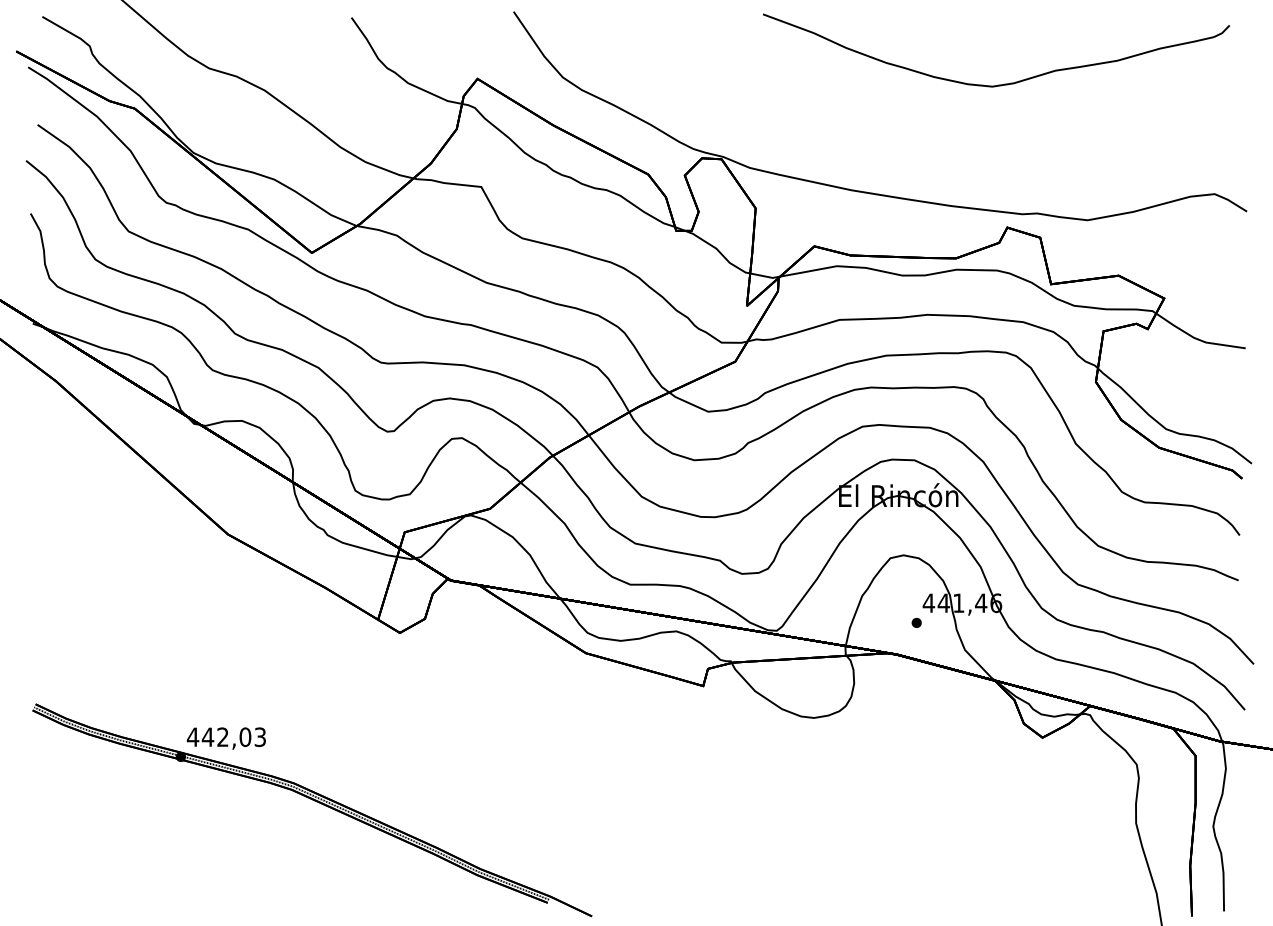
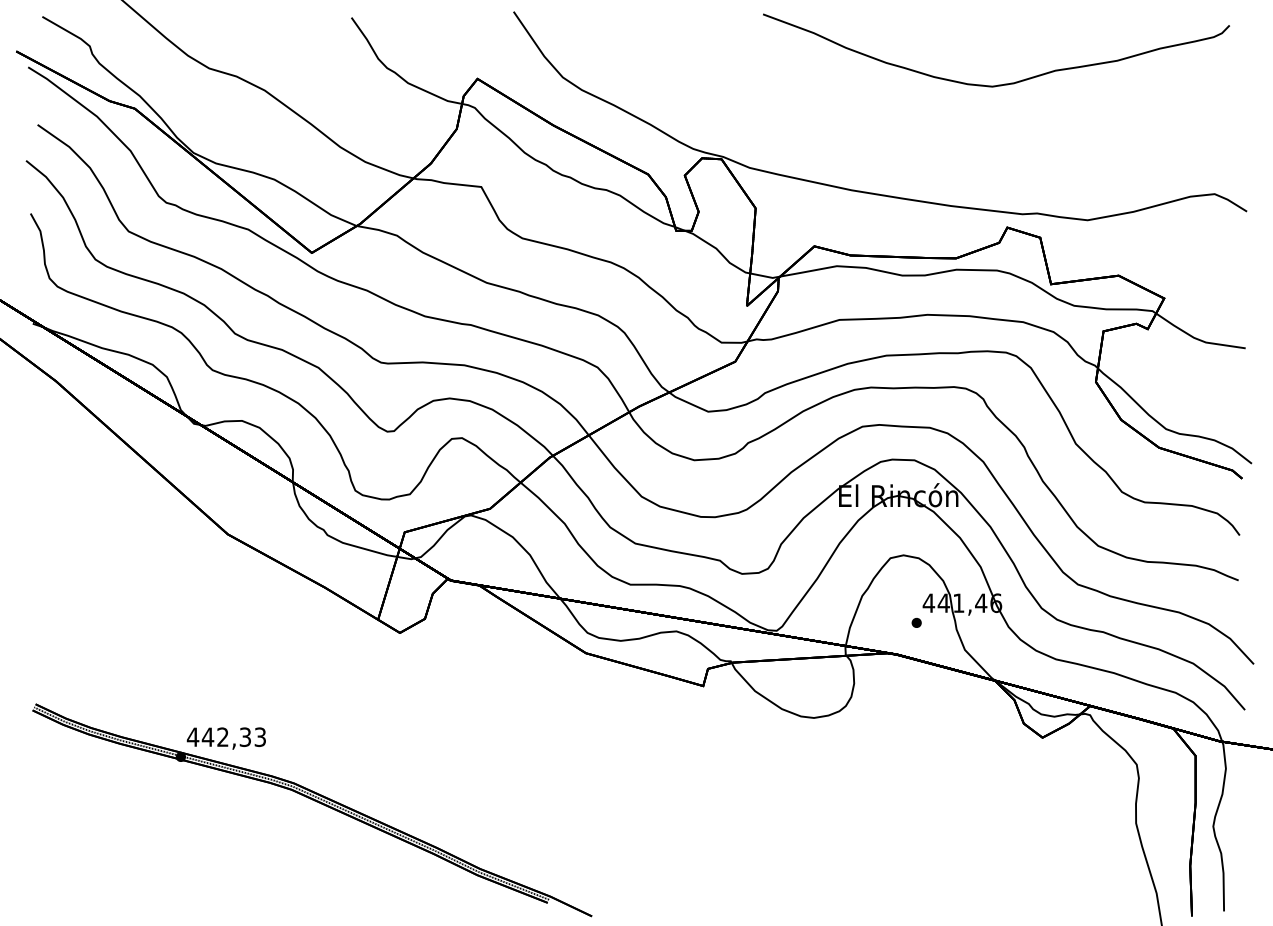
text at (245, 736): 442,03 -> 442,33
